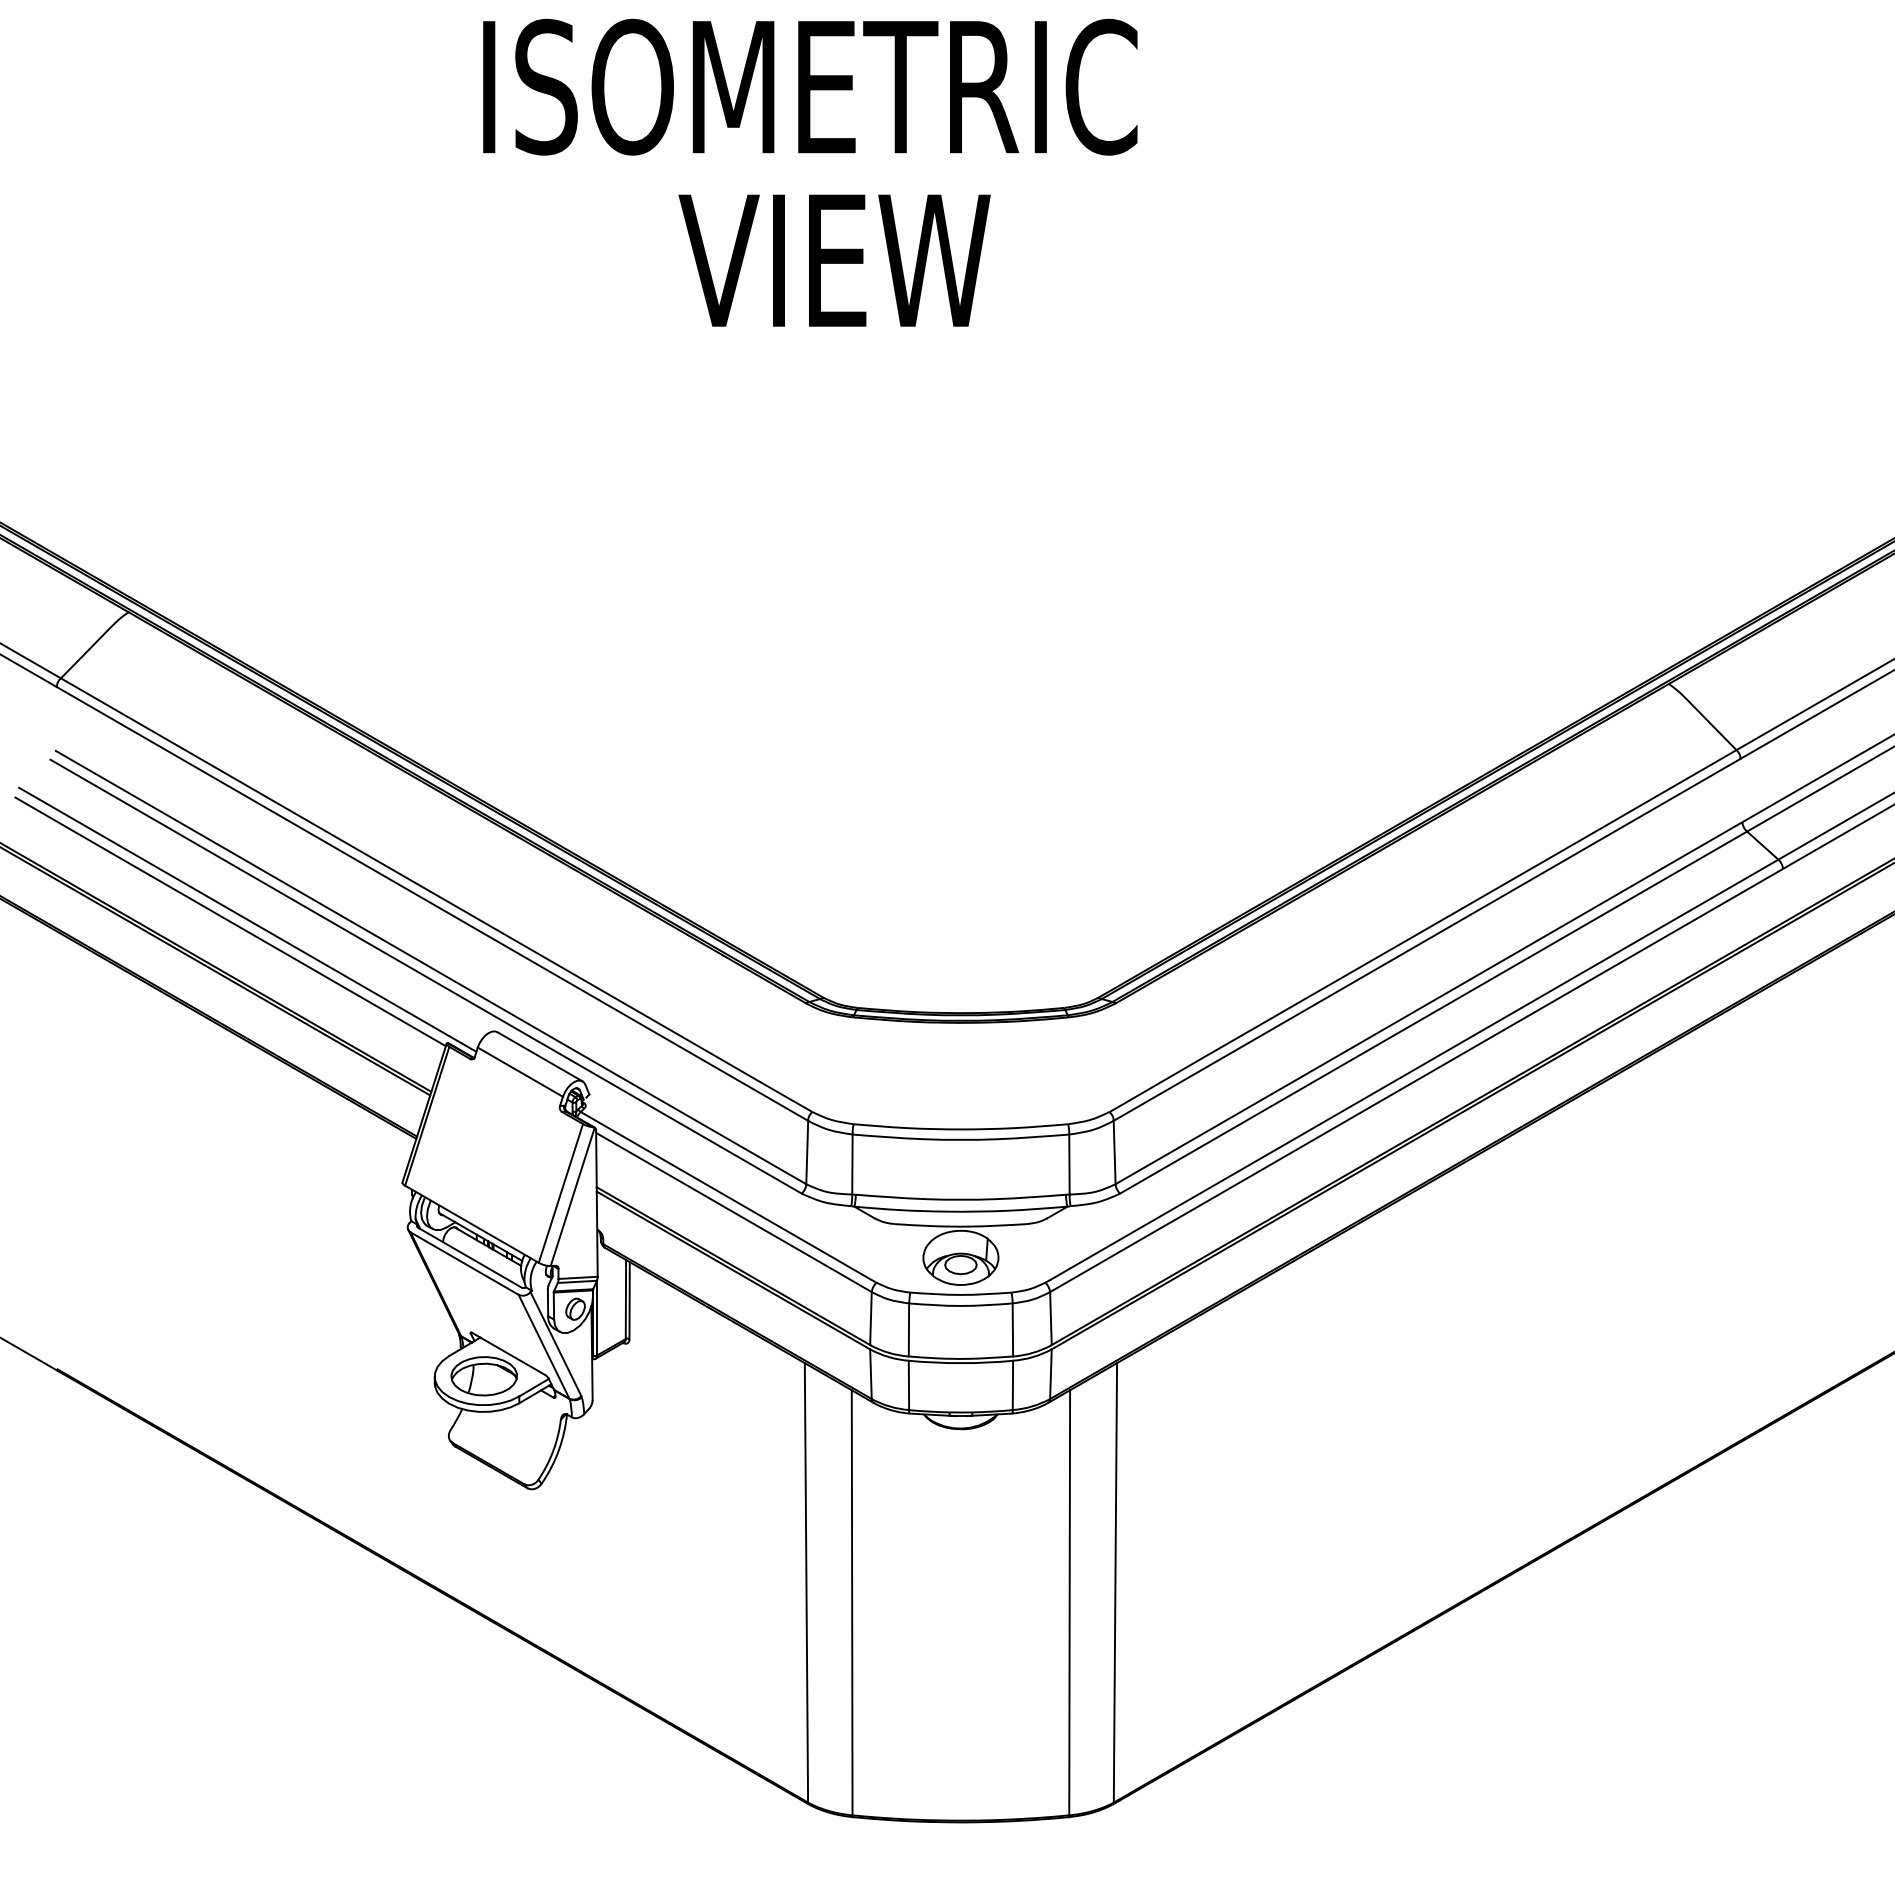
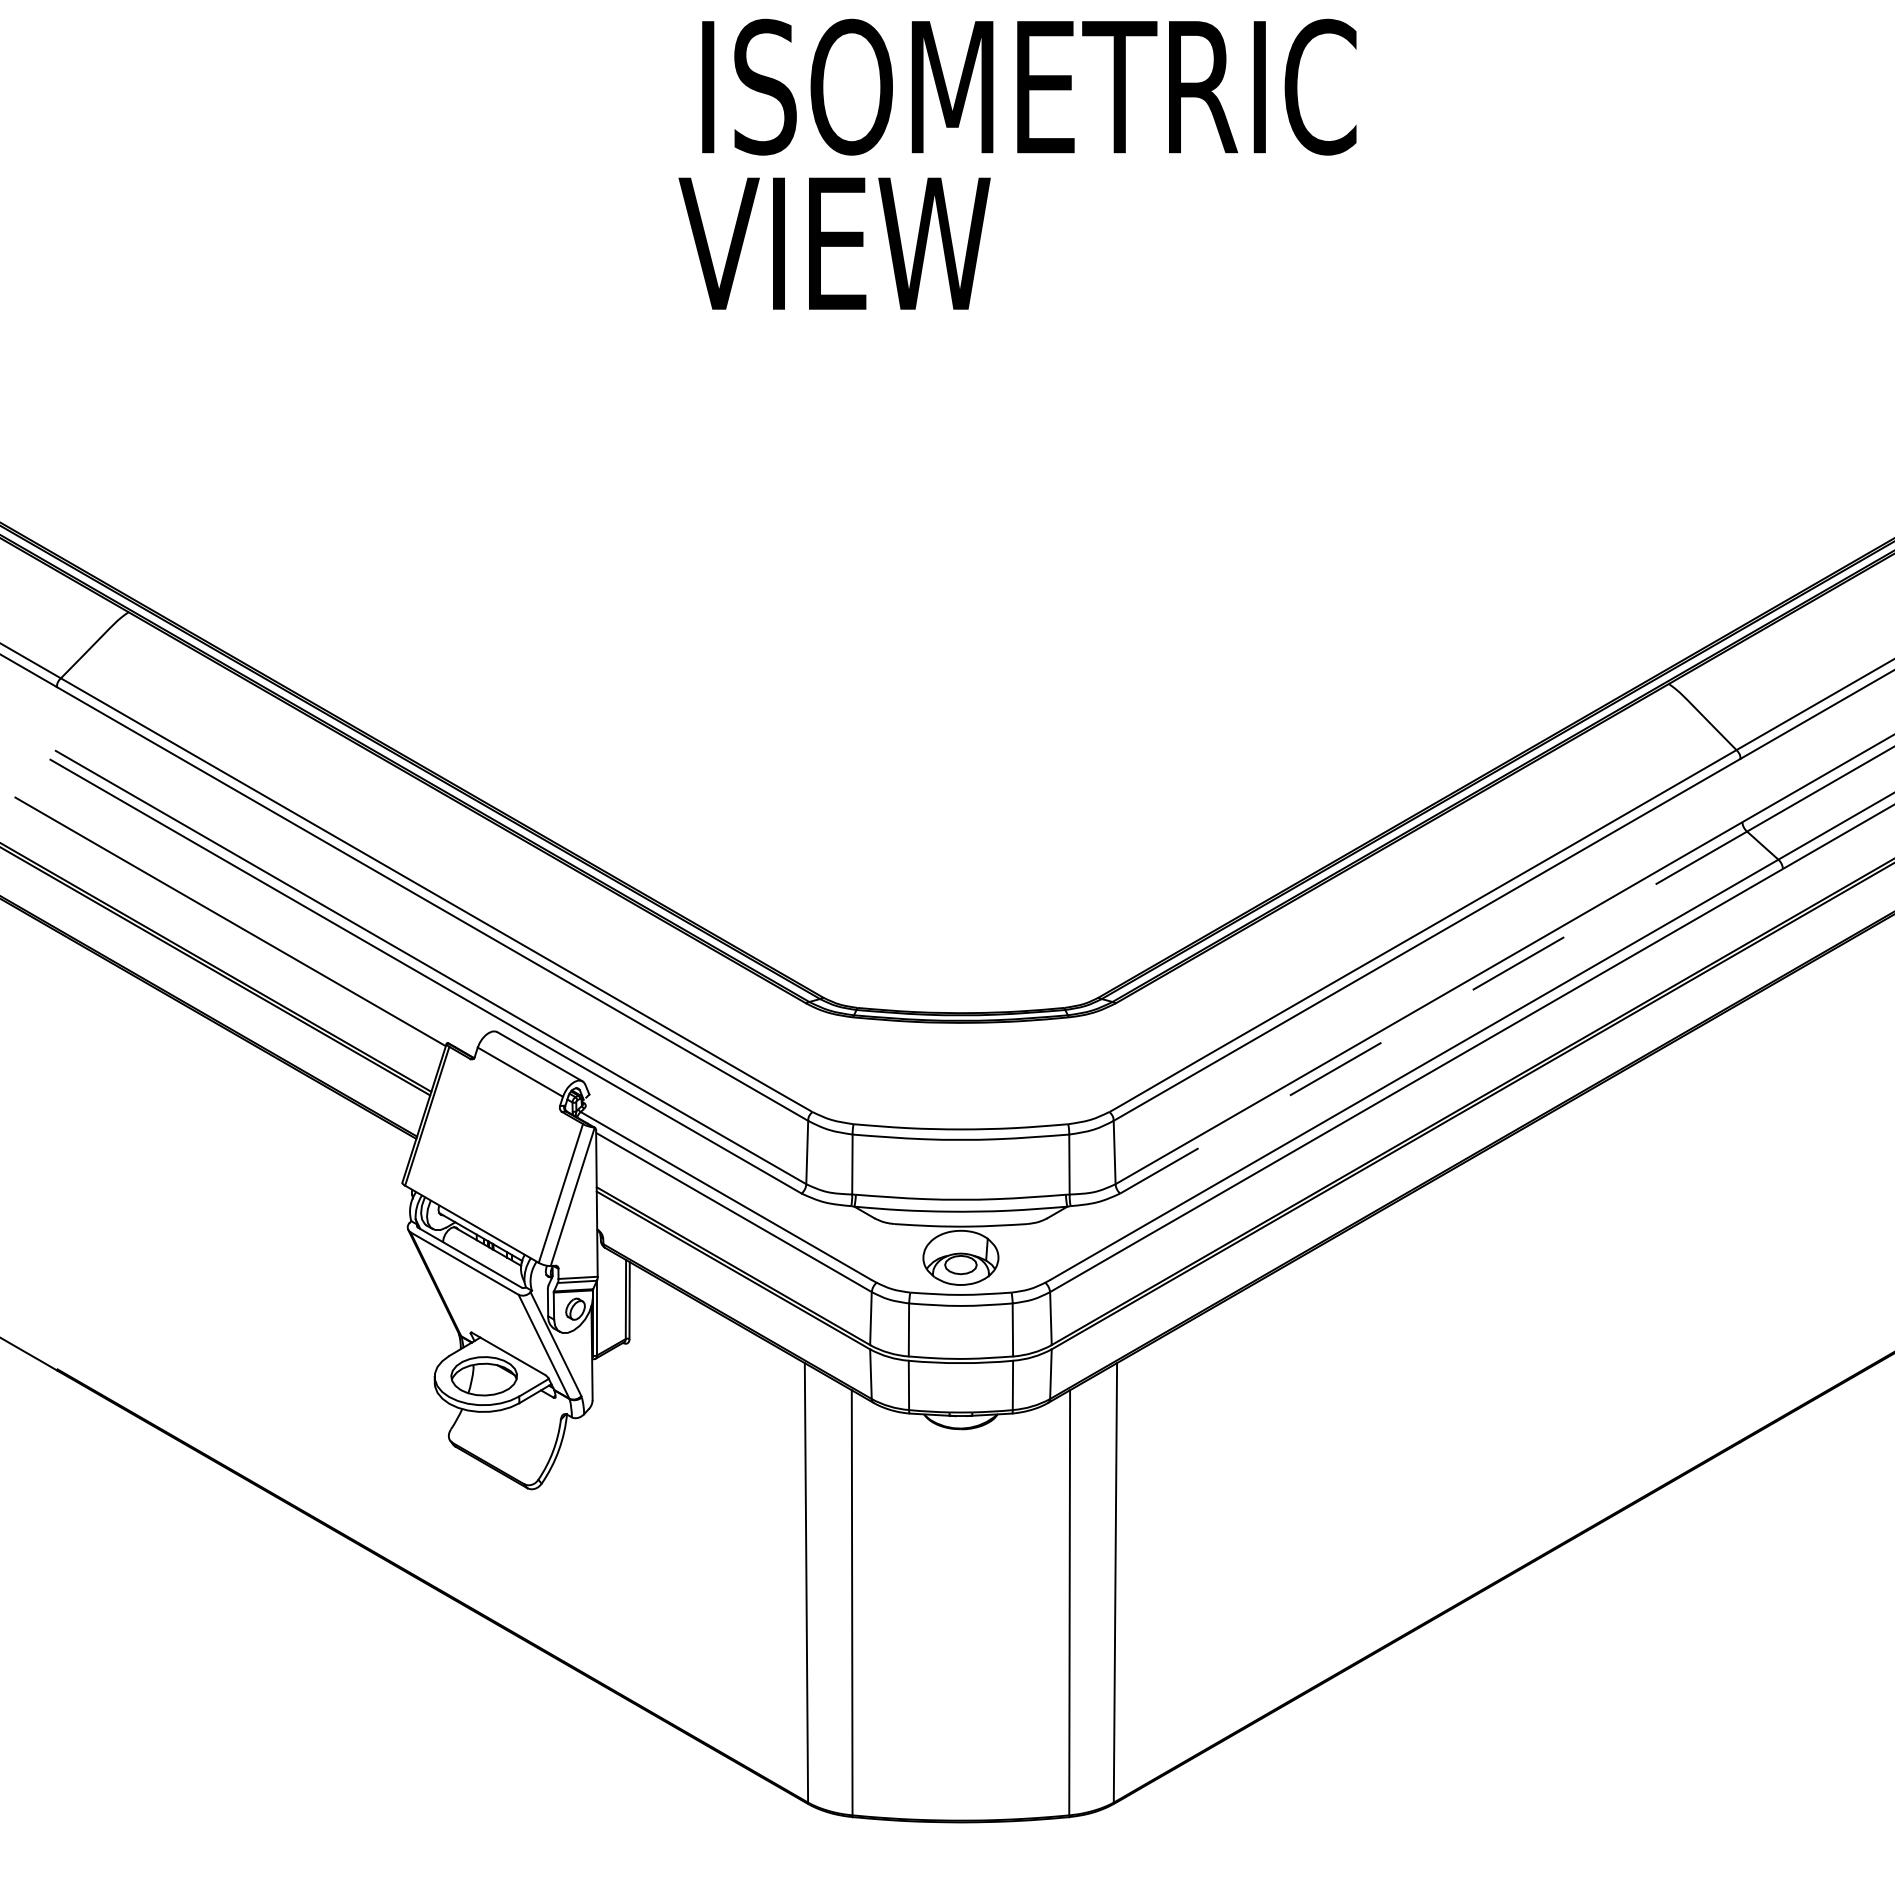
text at (810, 86) position: (810, 86) -> (1029, 86)
text at (834, 260) position: (834, 260) -> (834, 243)
line at (247, 919): present -> none
line at (1433, 1012): solid -> dashed
